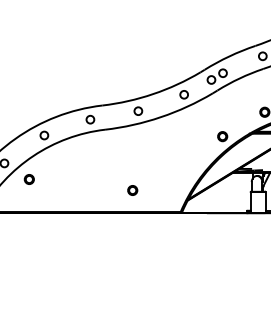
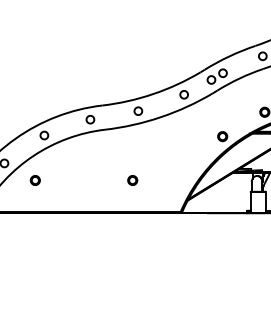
part at (28, 179) position: (28, 179) -> (34, 180)
part at (132, 190) position: (132, 190) -> (132, 180)
